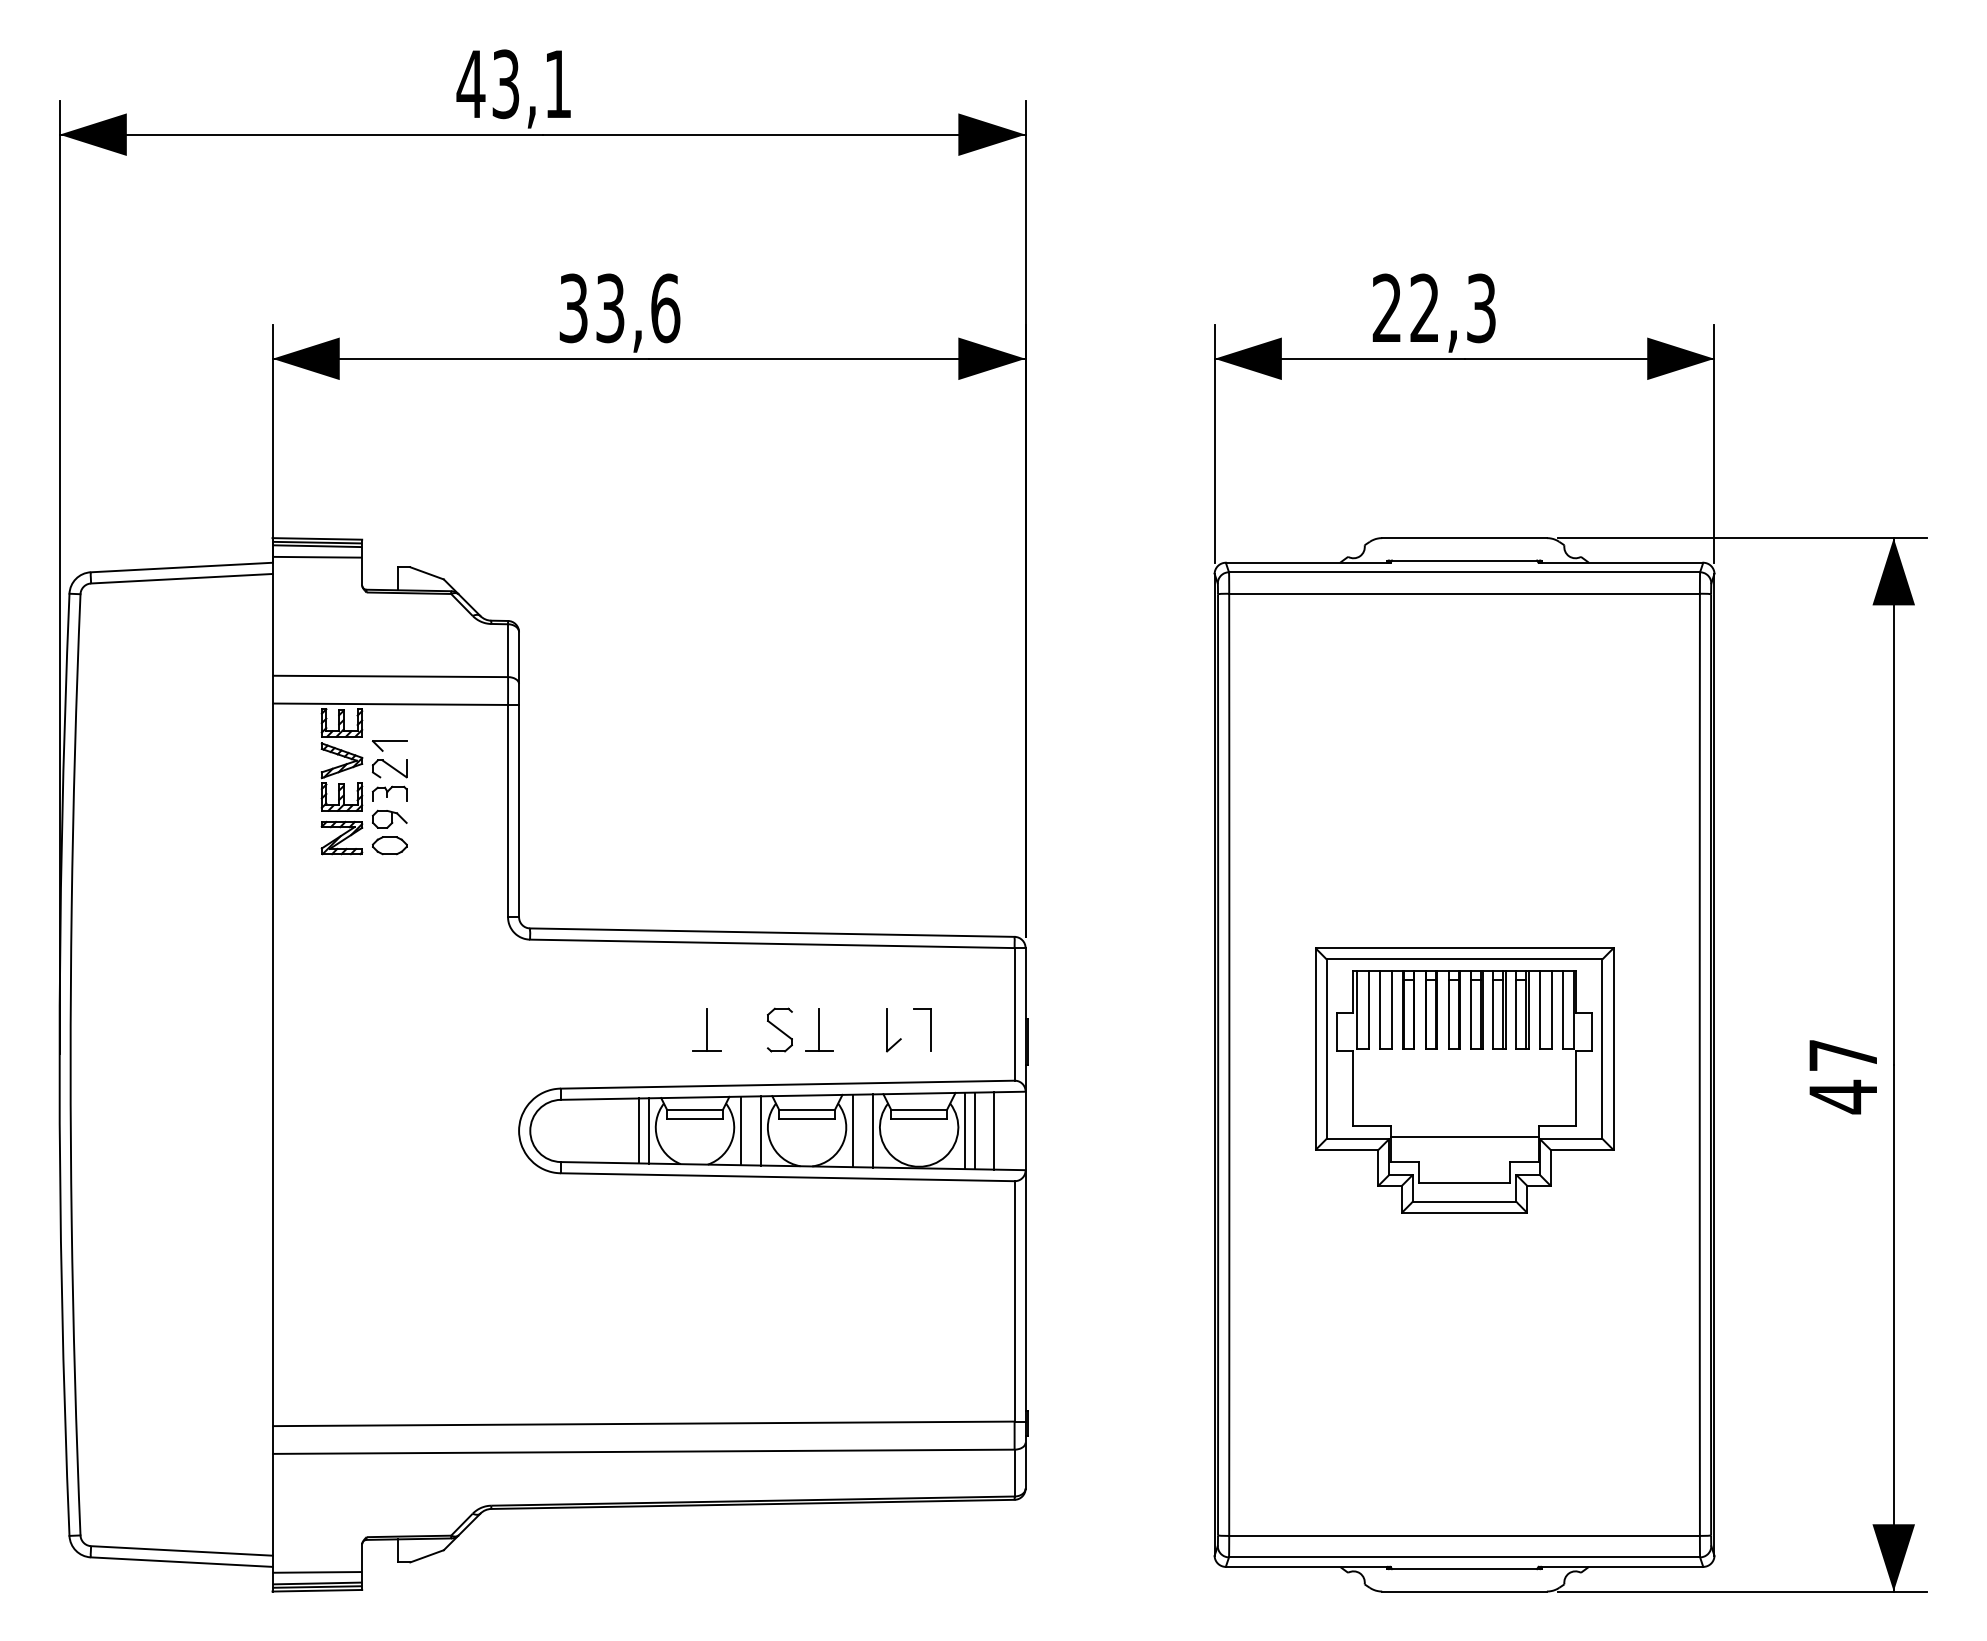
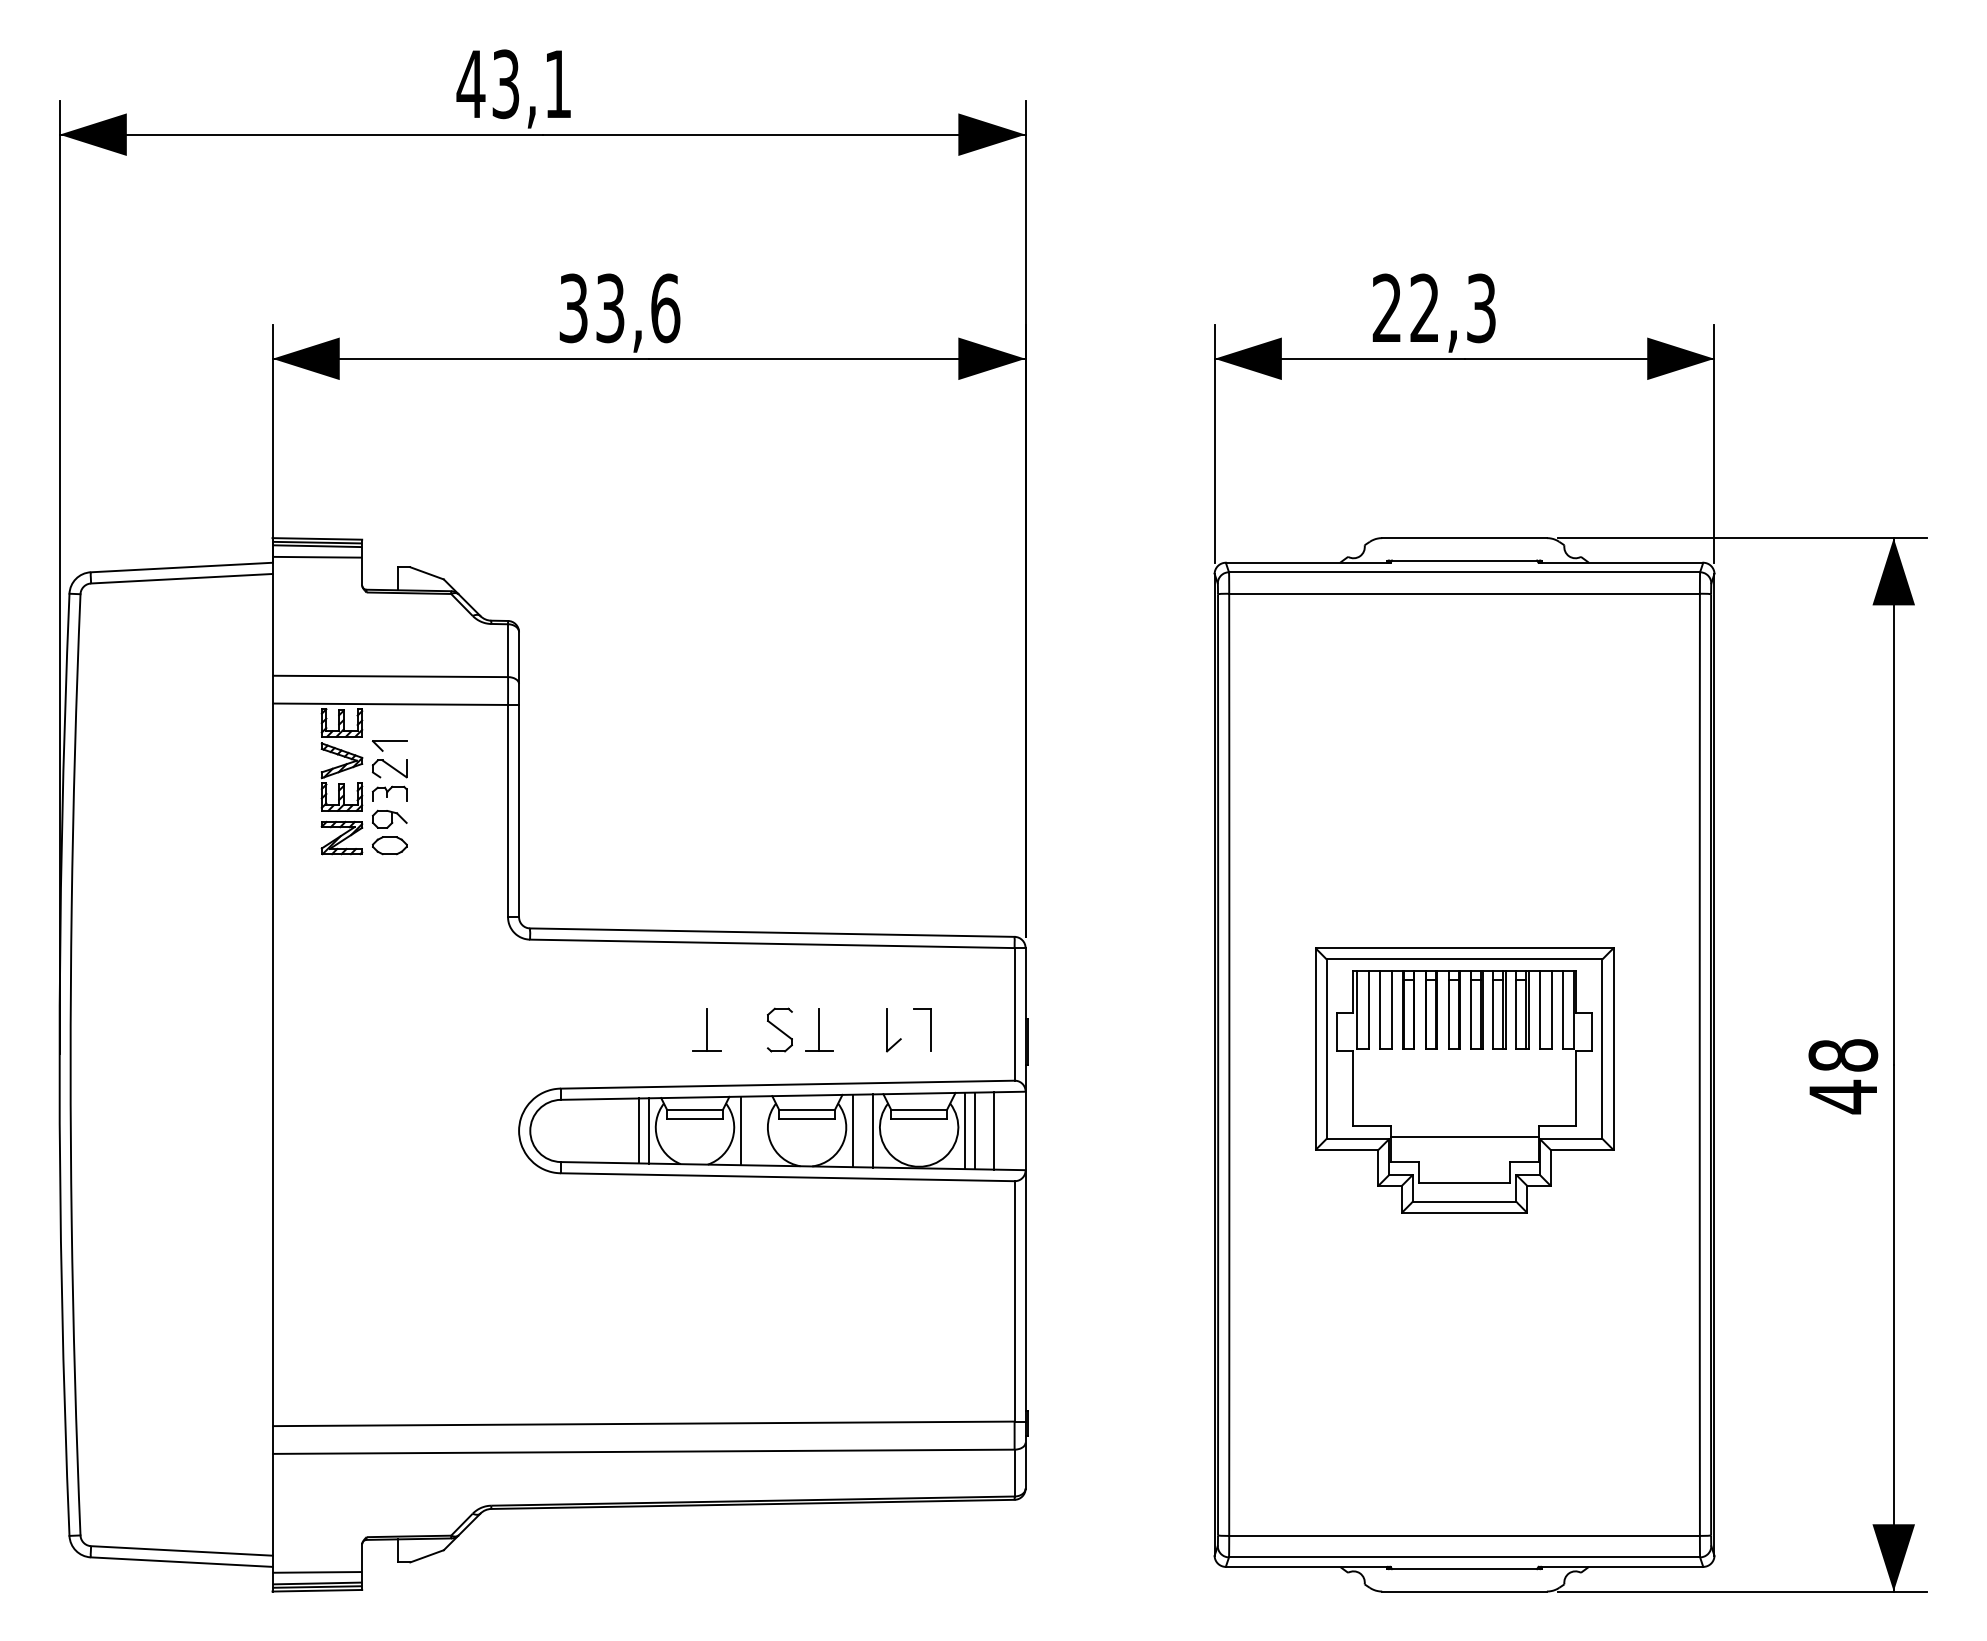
text at (1843, 1055): 47 -> 48
line at (761, 1130): present -> none
